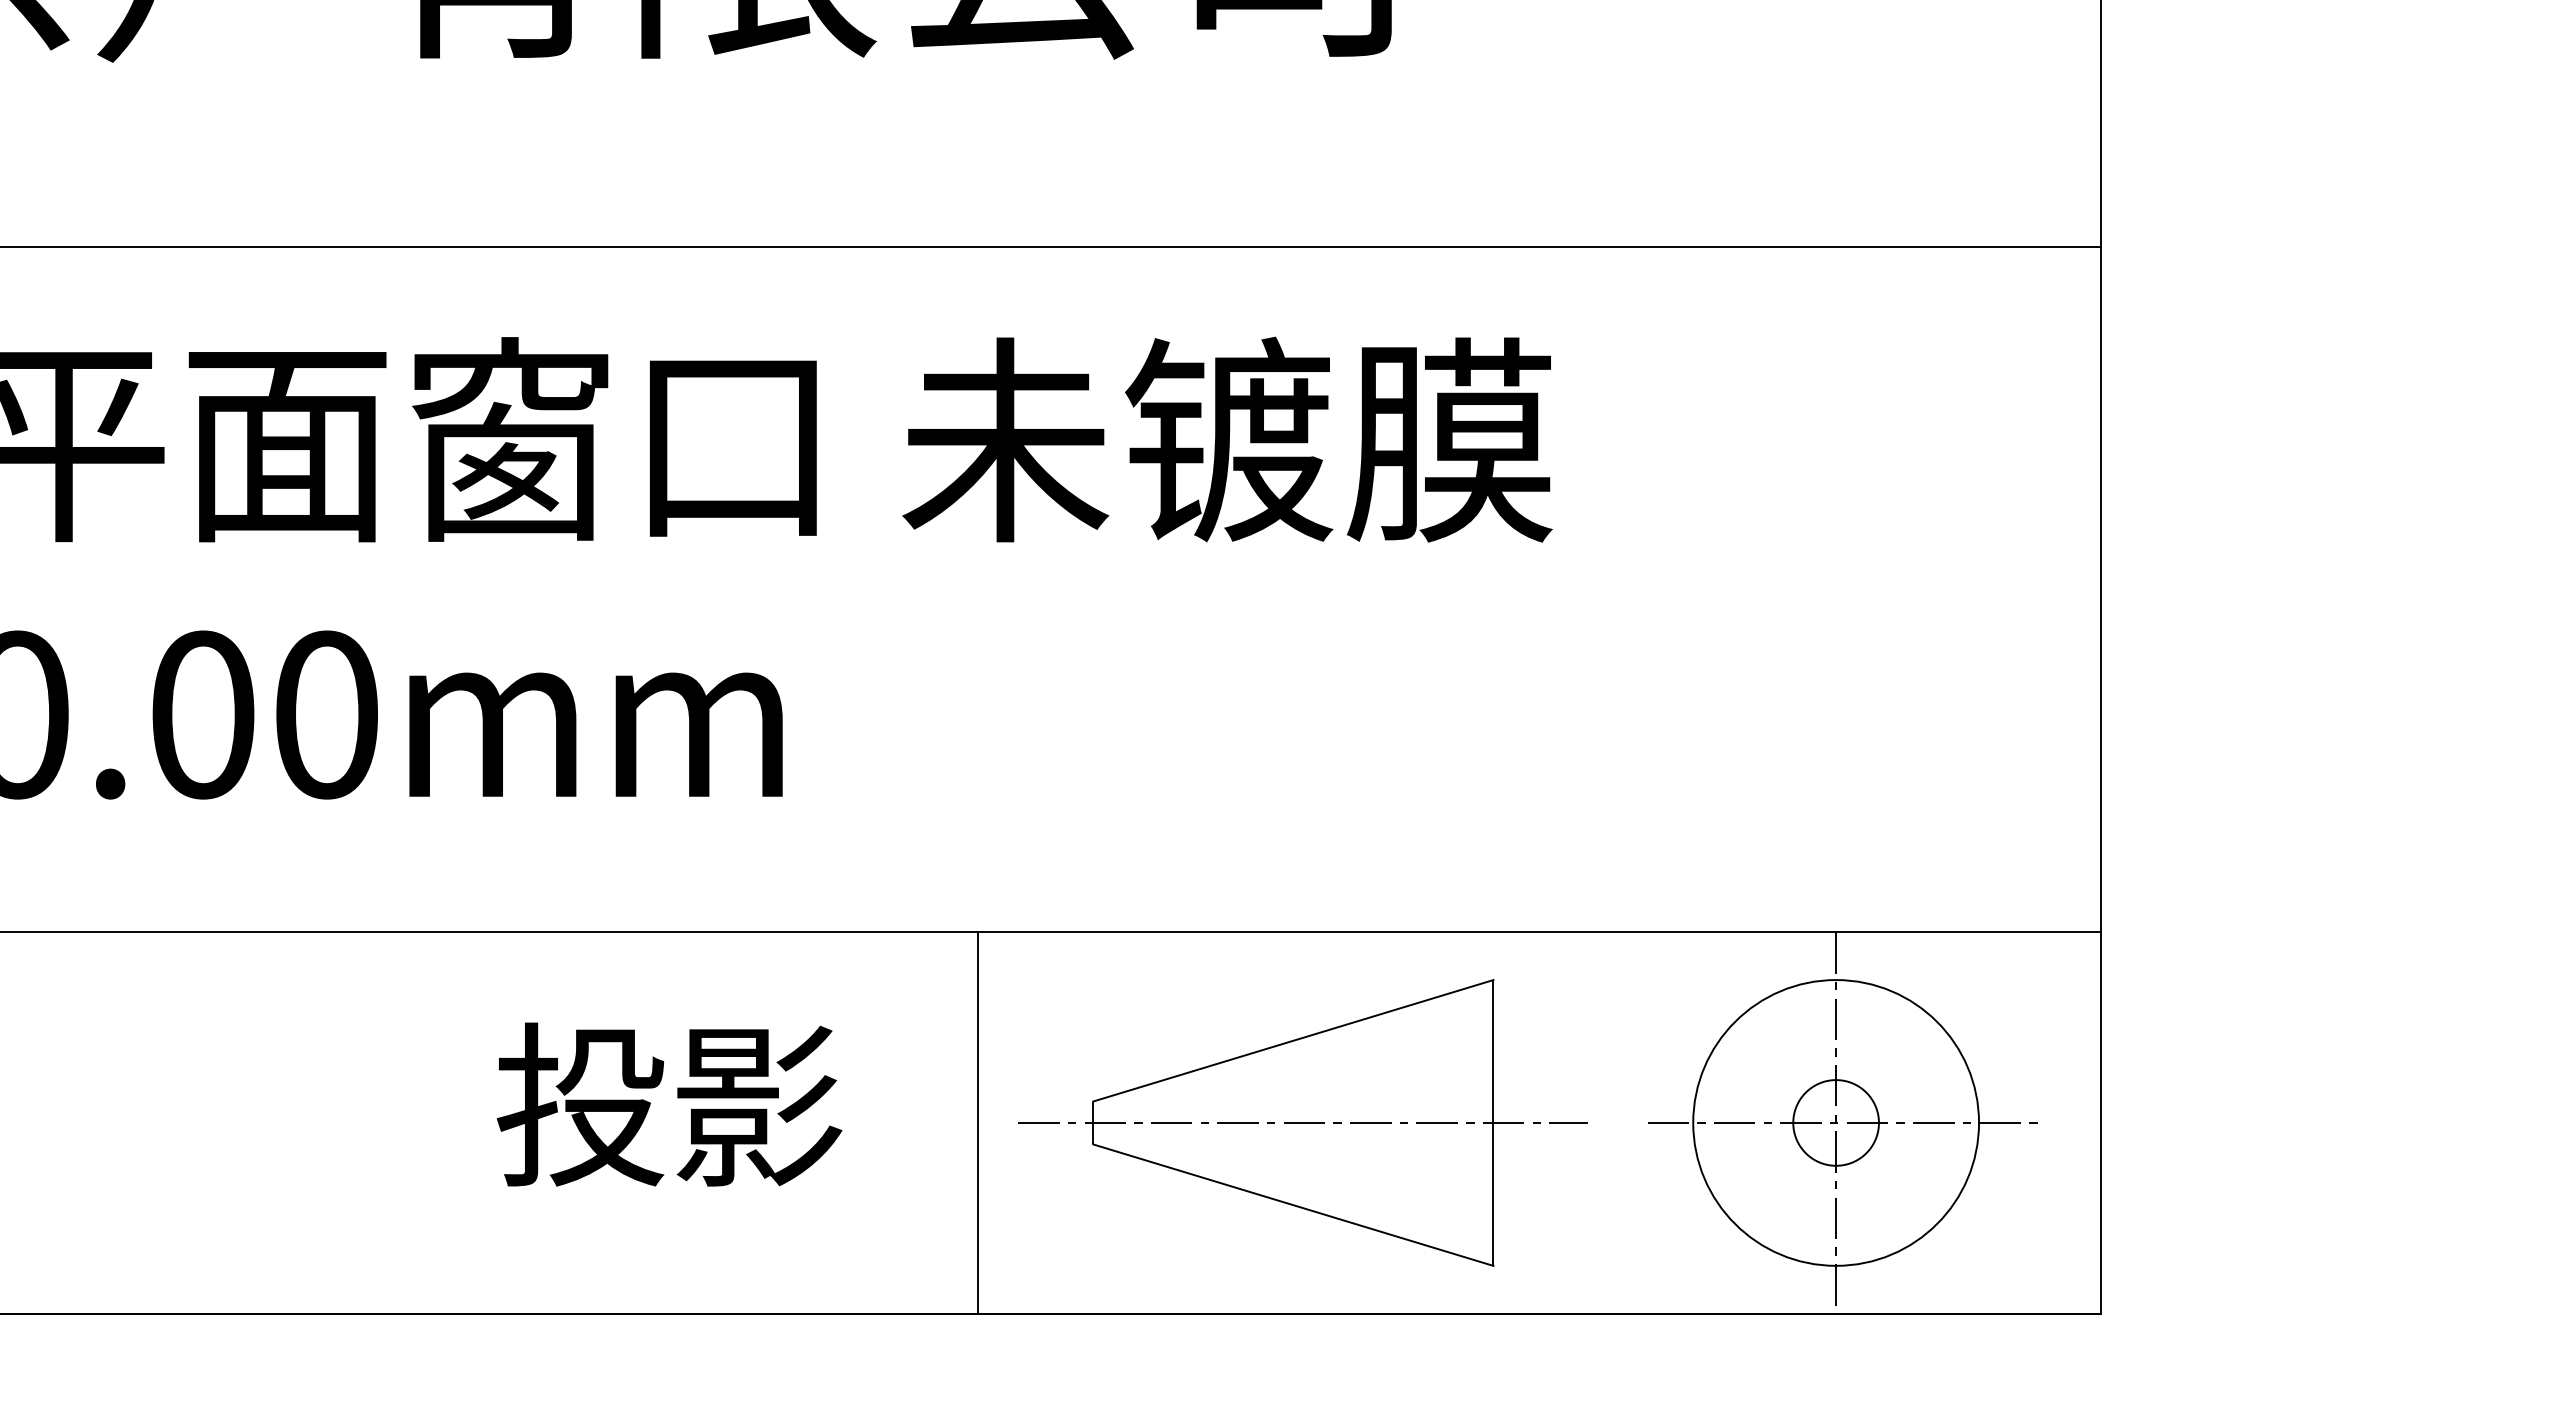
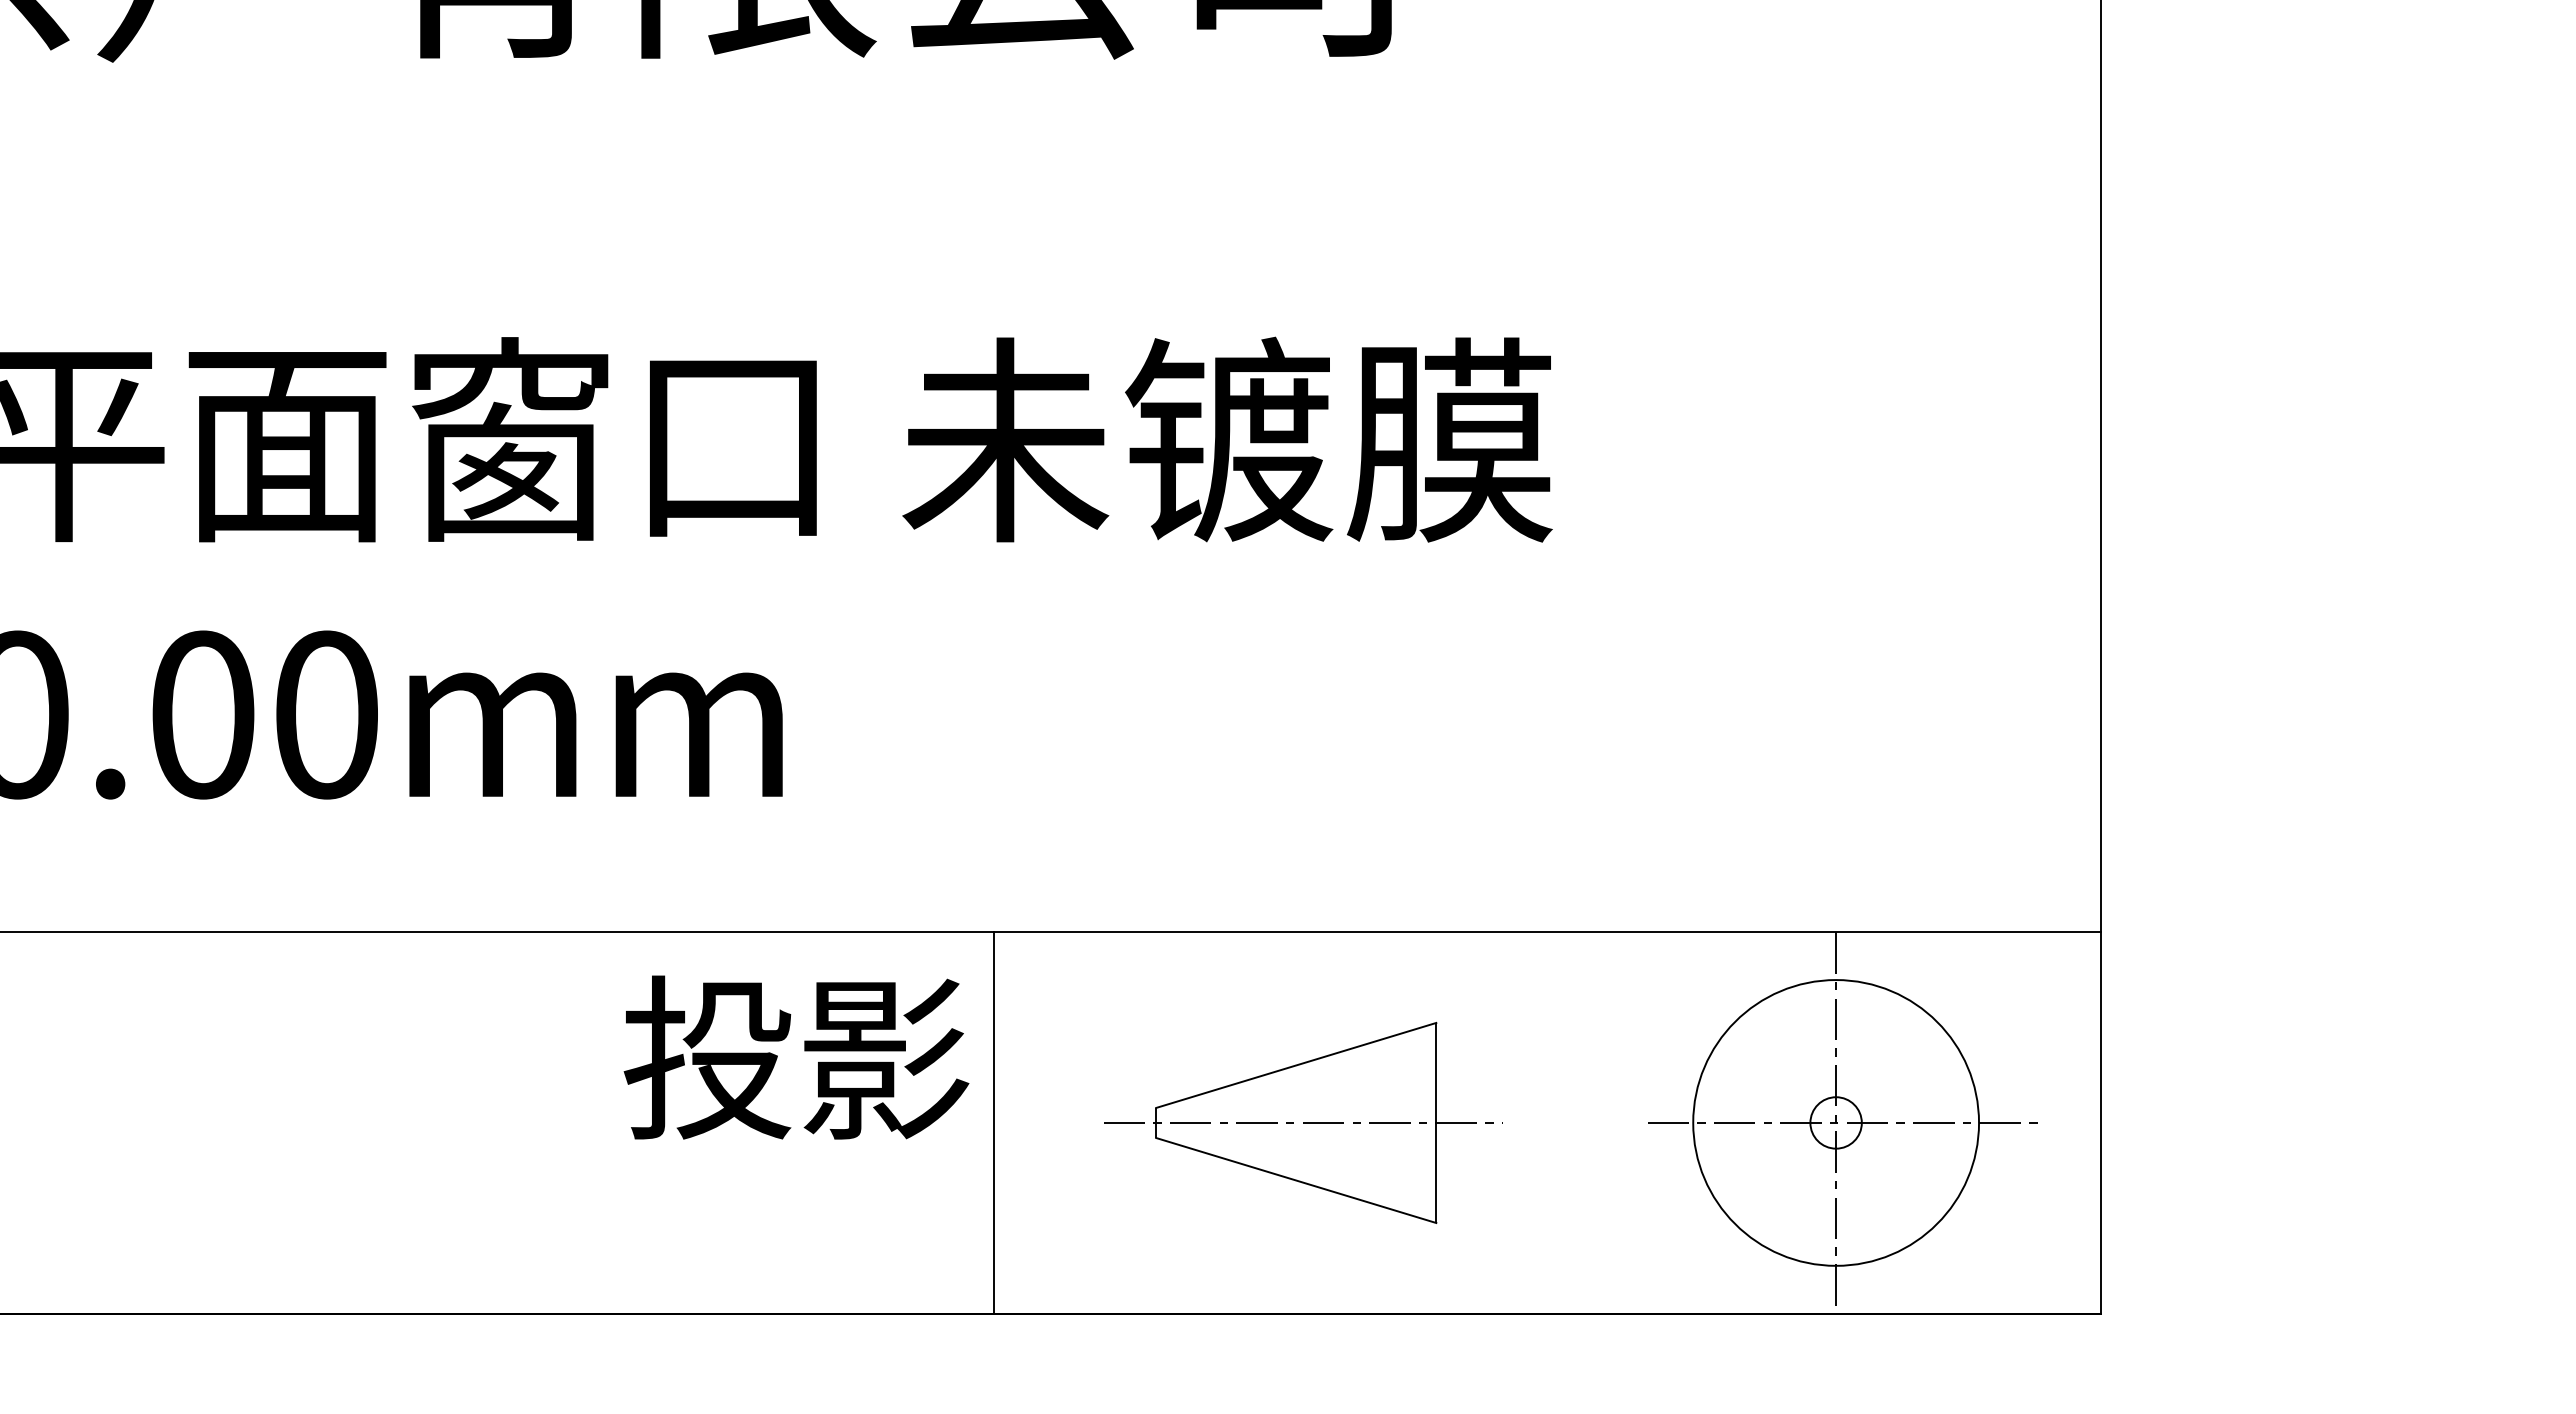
line at (1051, 246): present -> none
text at (669, 1104) position: (669, 1104) -> (796, 1057)
line at (978, 1122) position: (978, 1122) -> (994, 1122)
part at (1302, 1122) size: 570x288 px -> 399x203 px
circle at (1835, 1122) diameter: 86 px -> 51 px
